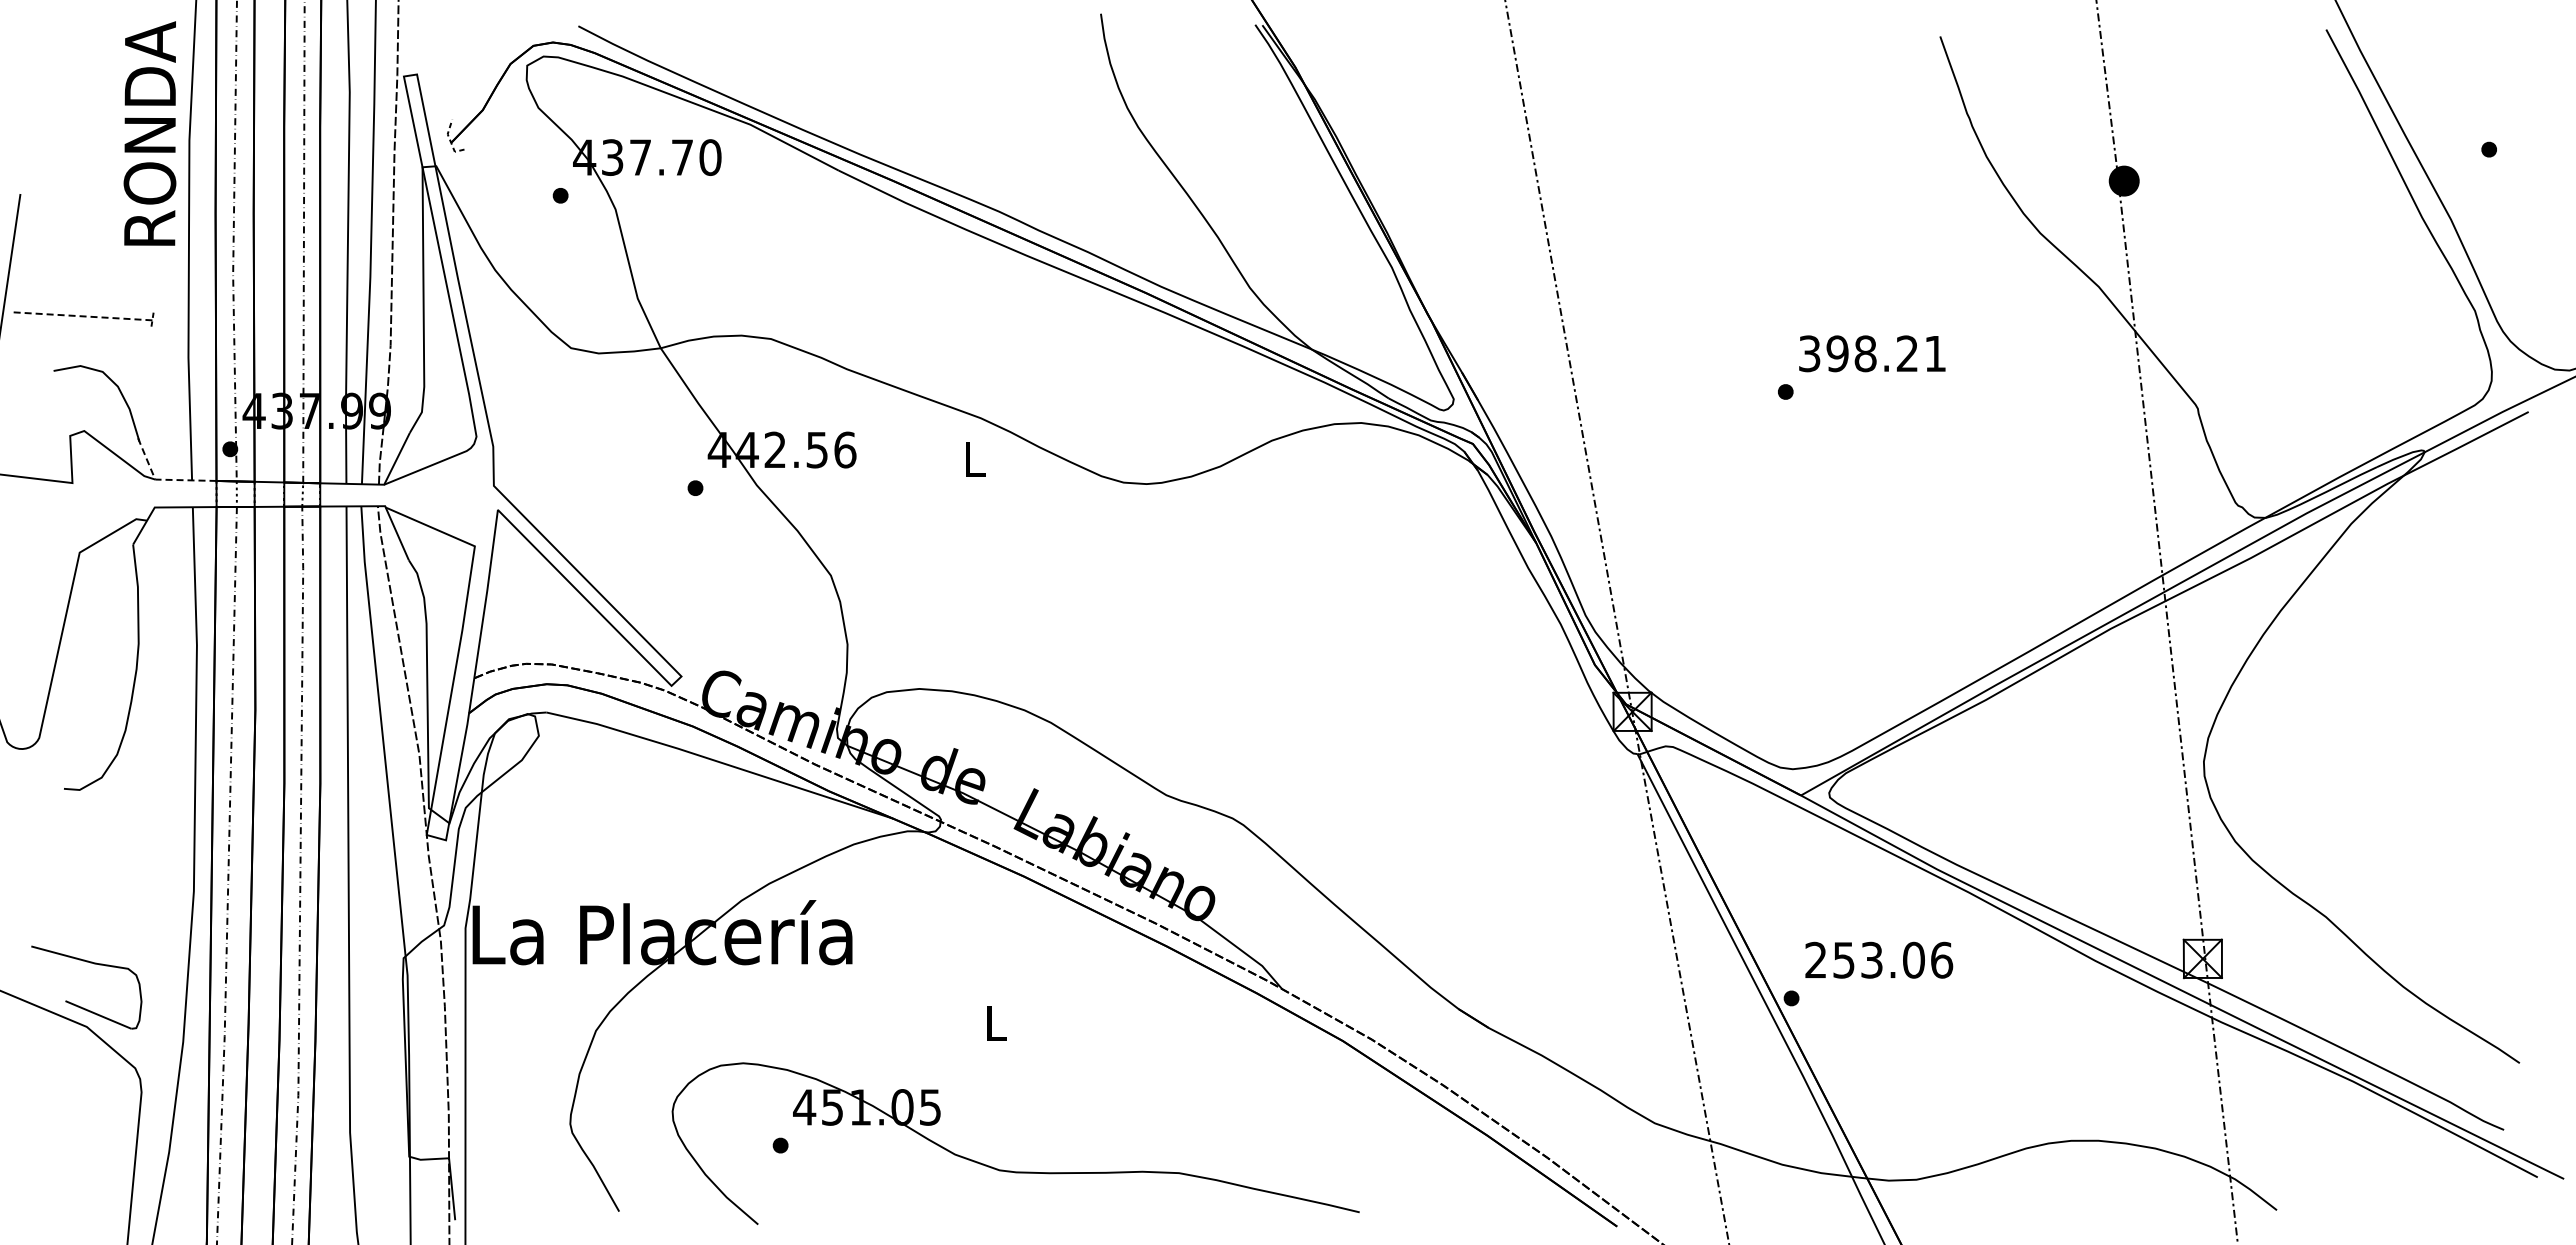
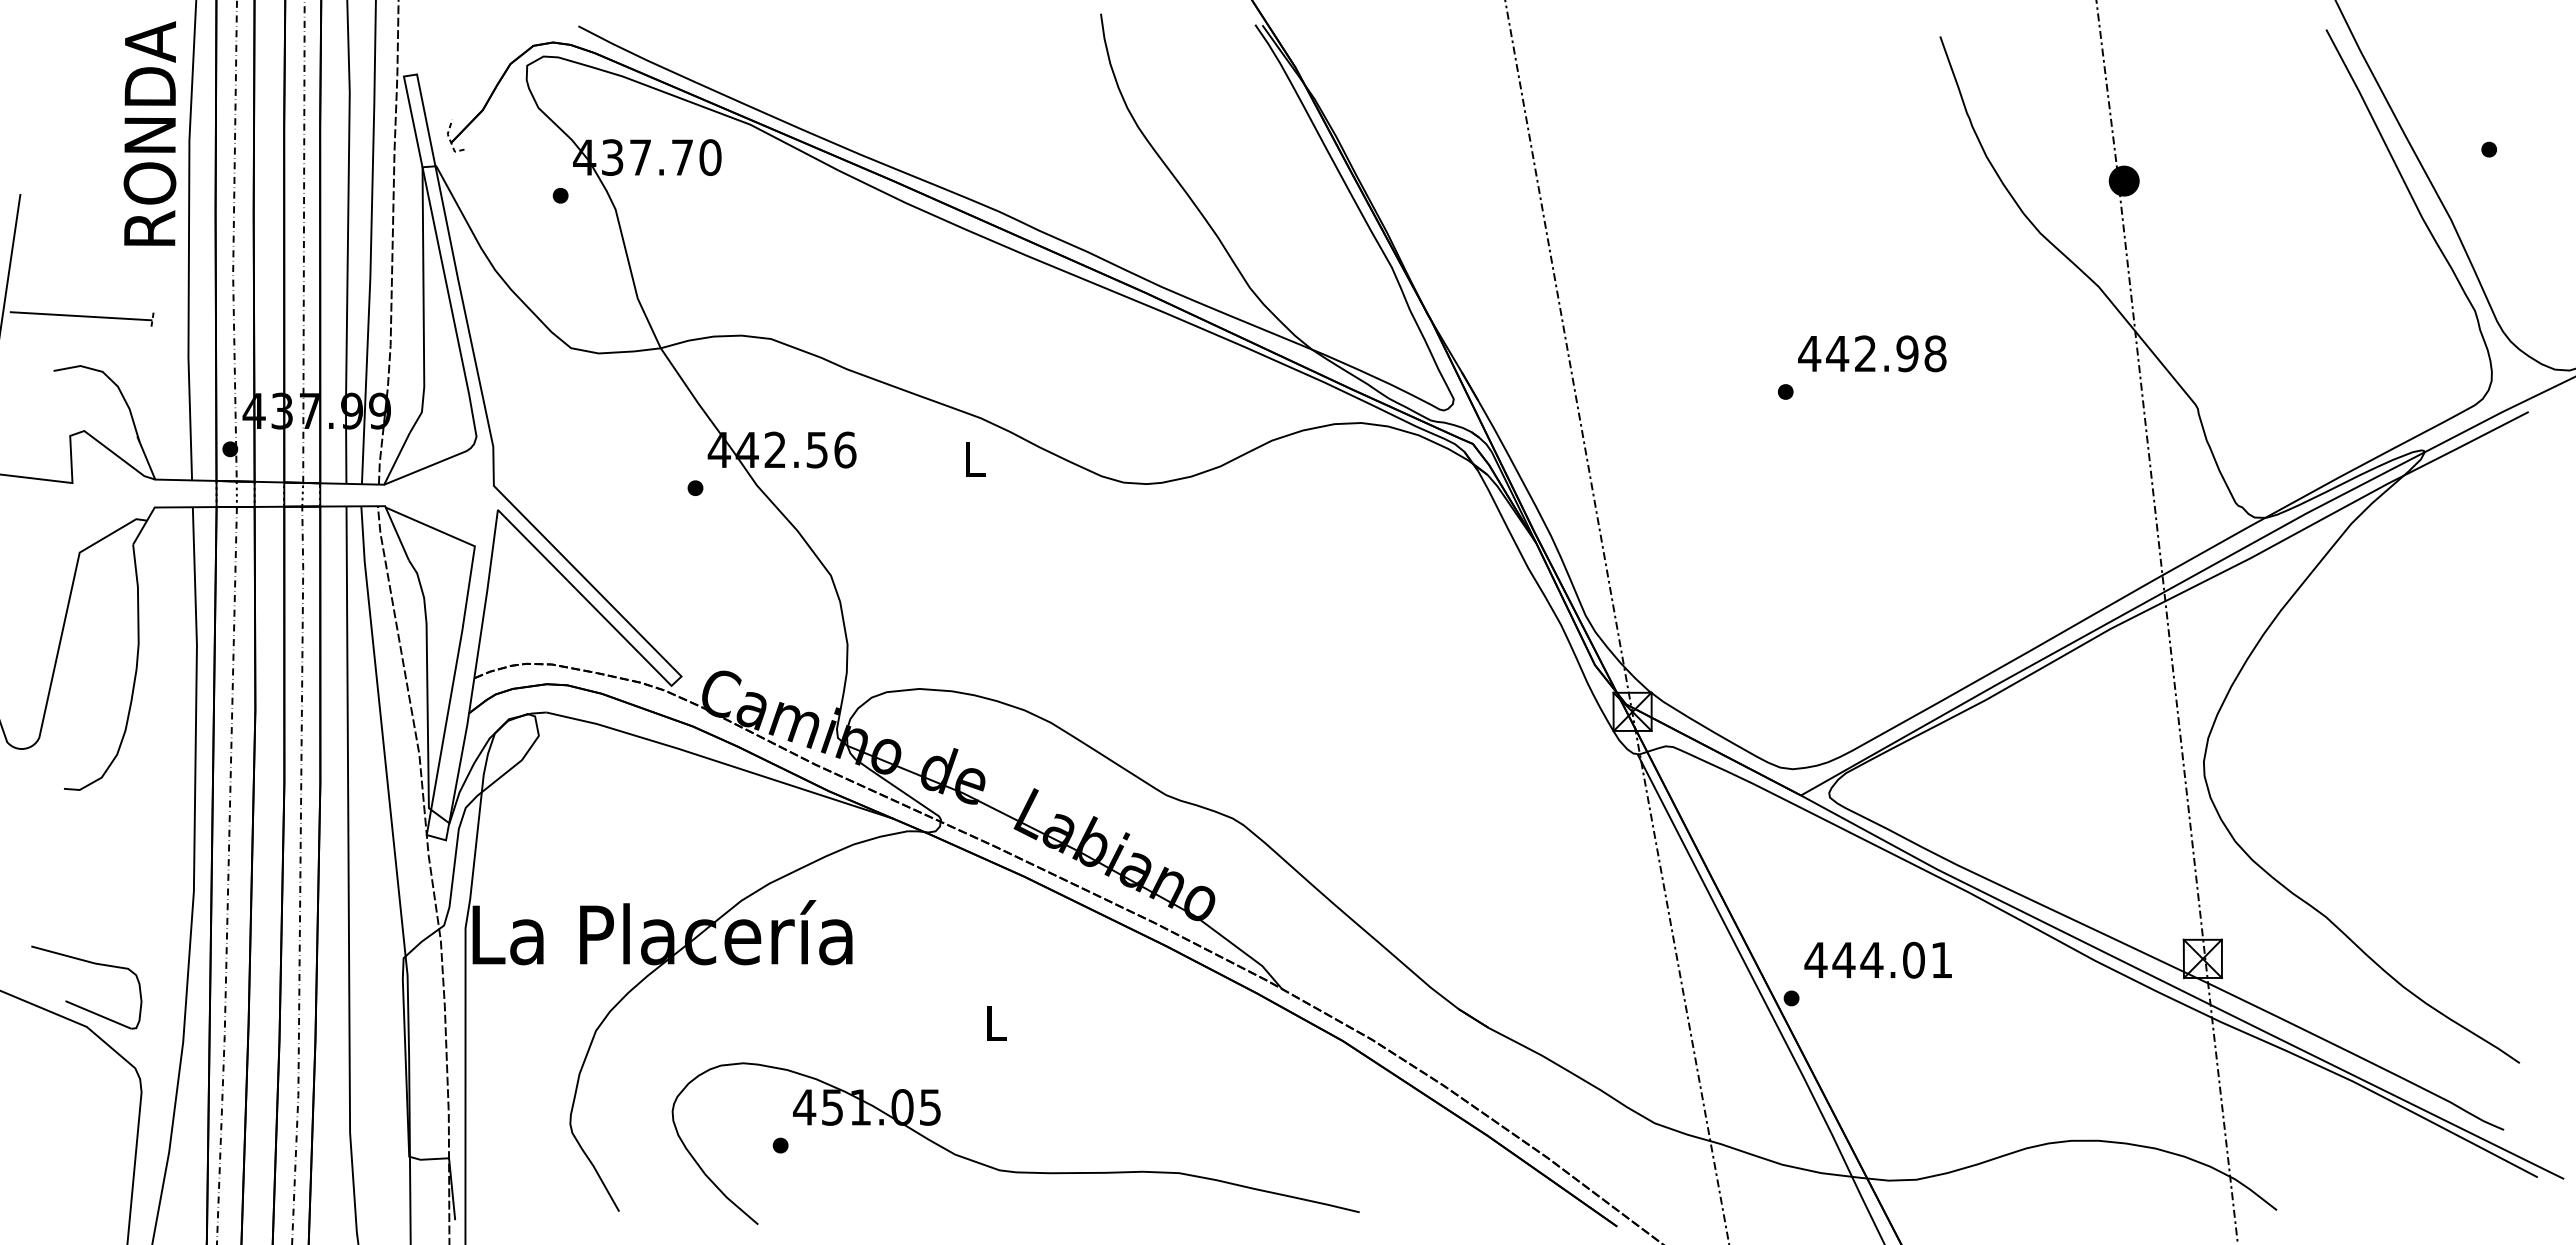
line at (80, 316): dashed -> solid
text at (1872, 353): 398.21 -> 442.98
line at (162, 479): dashed -> solid
text at (1878, 959): 253.06 -> 444.01
